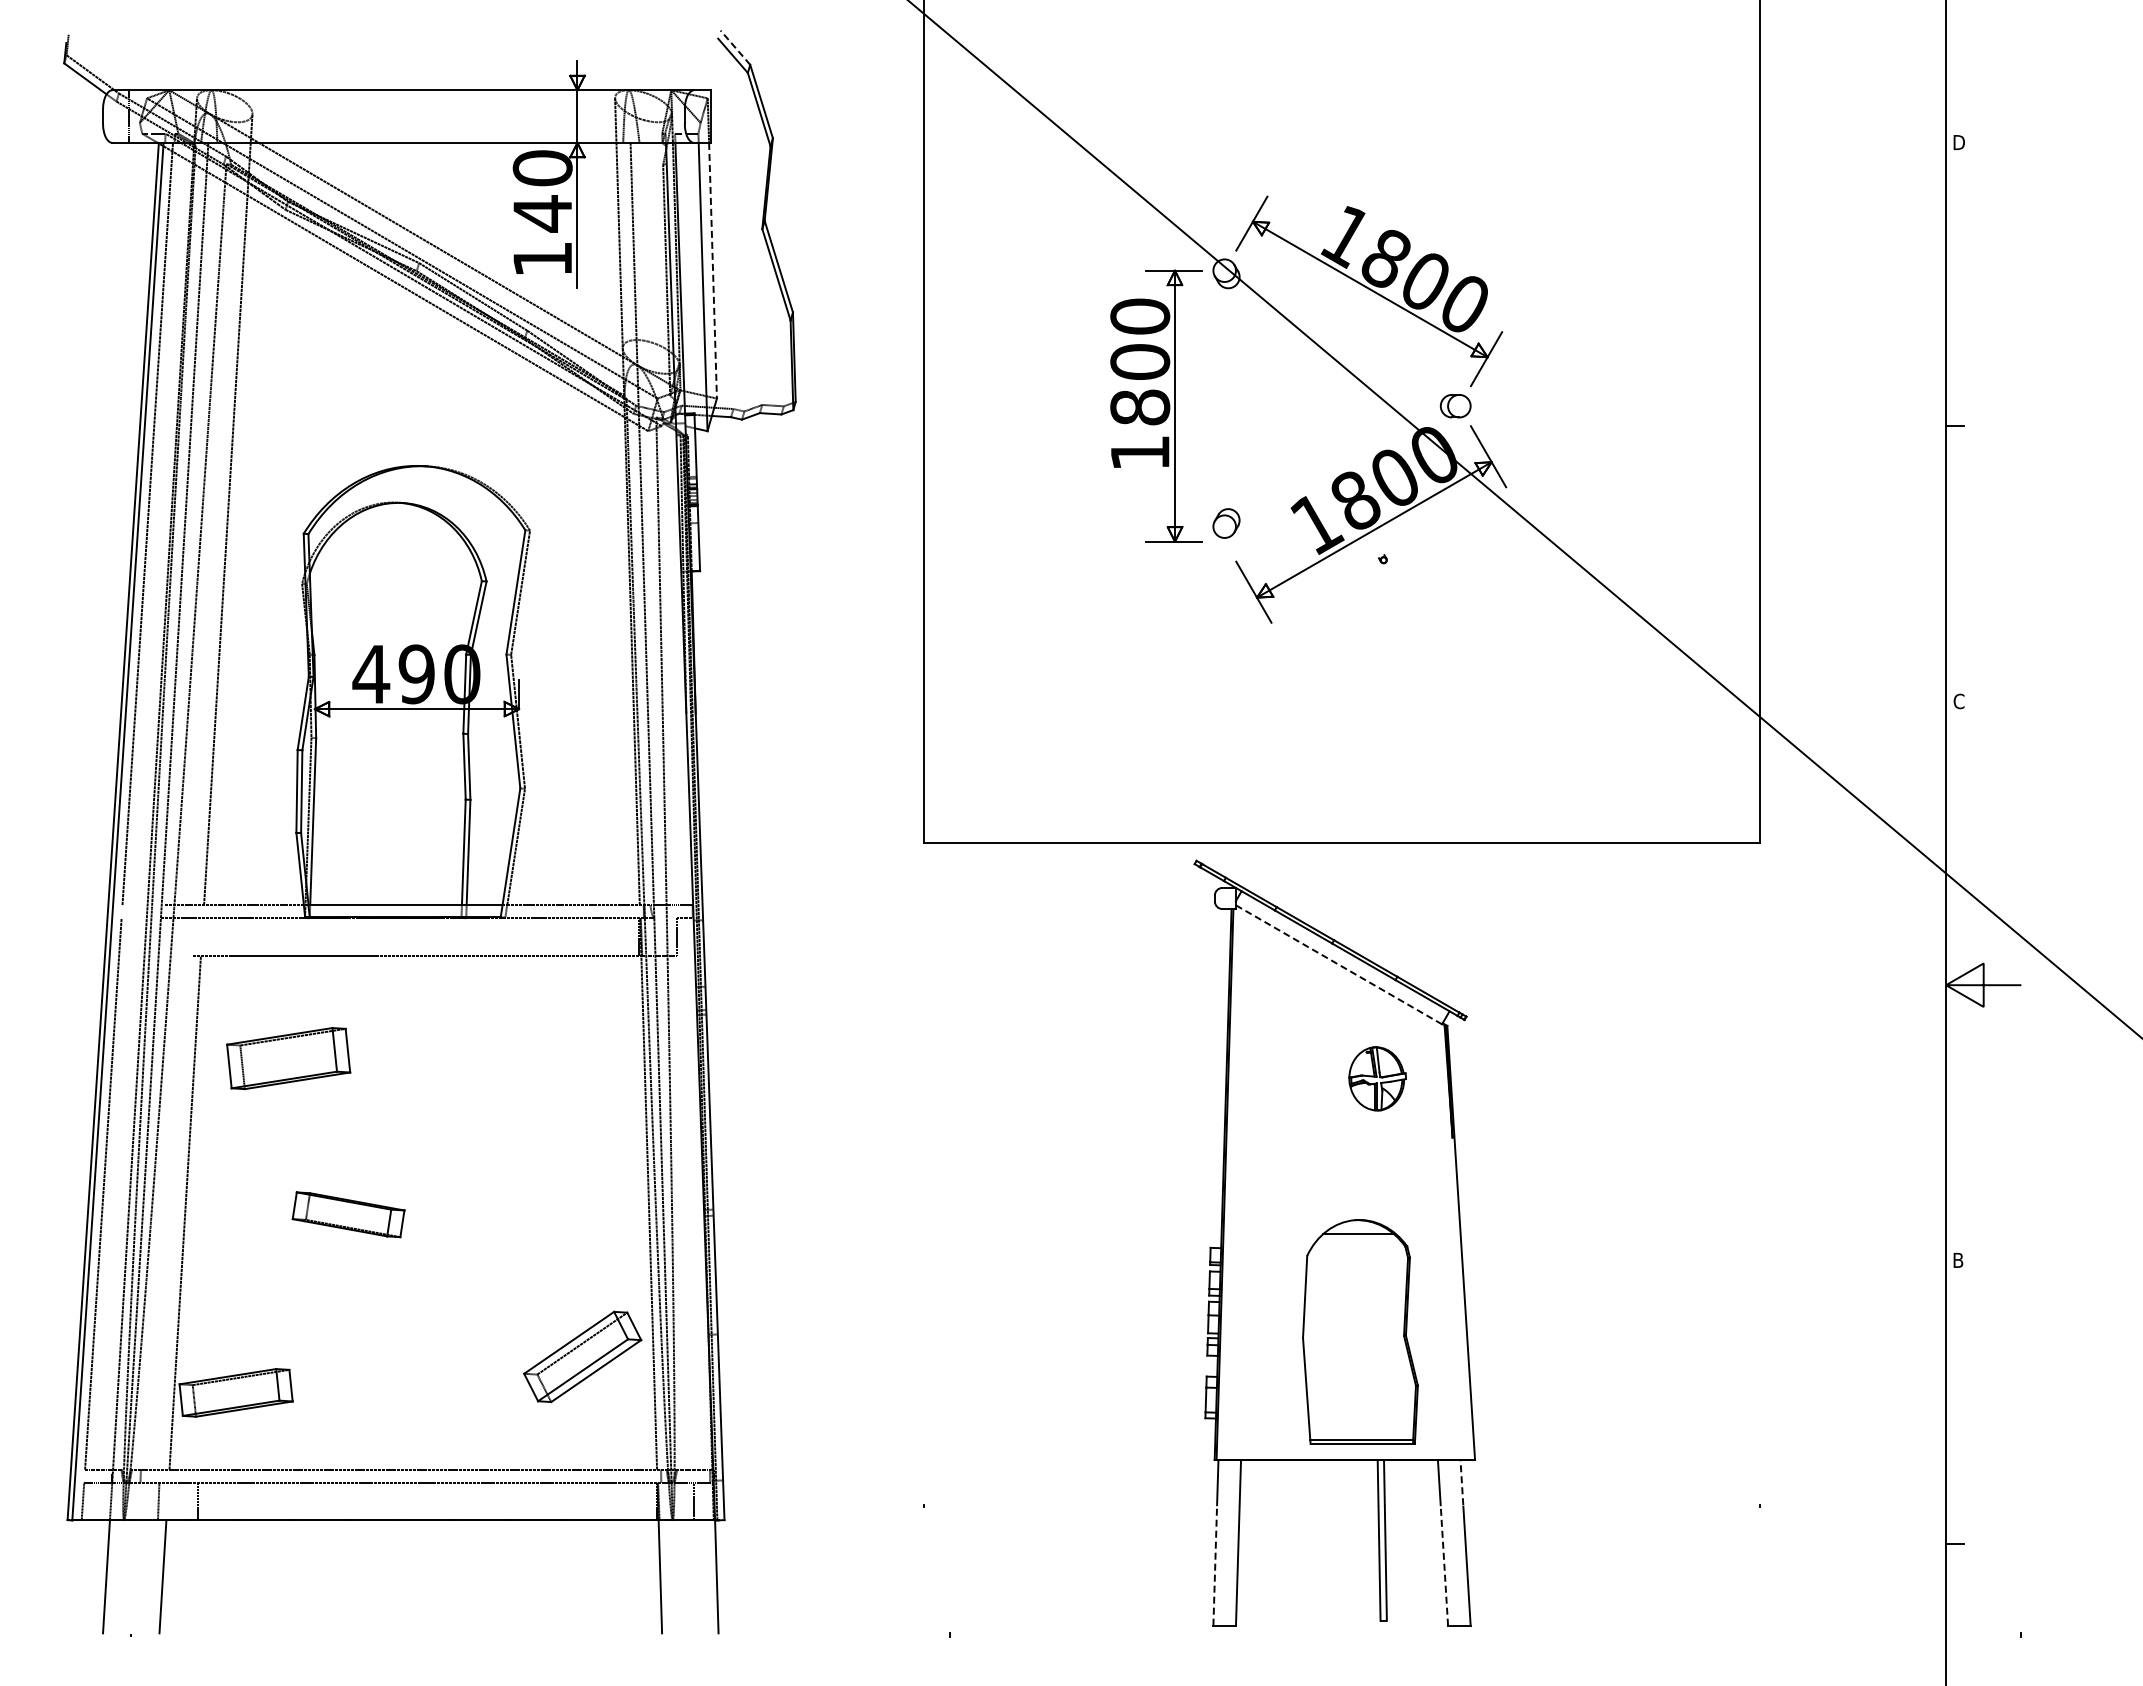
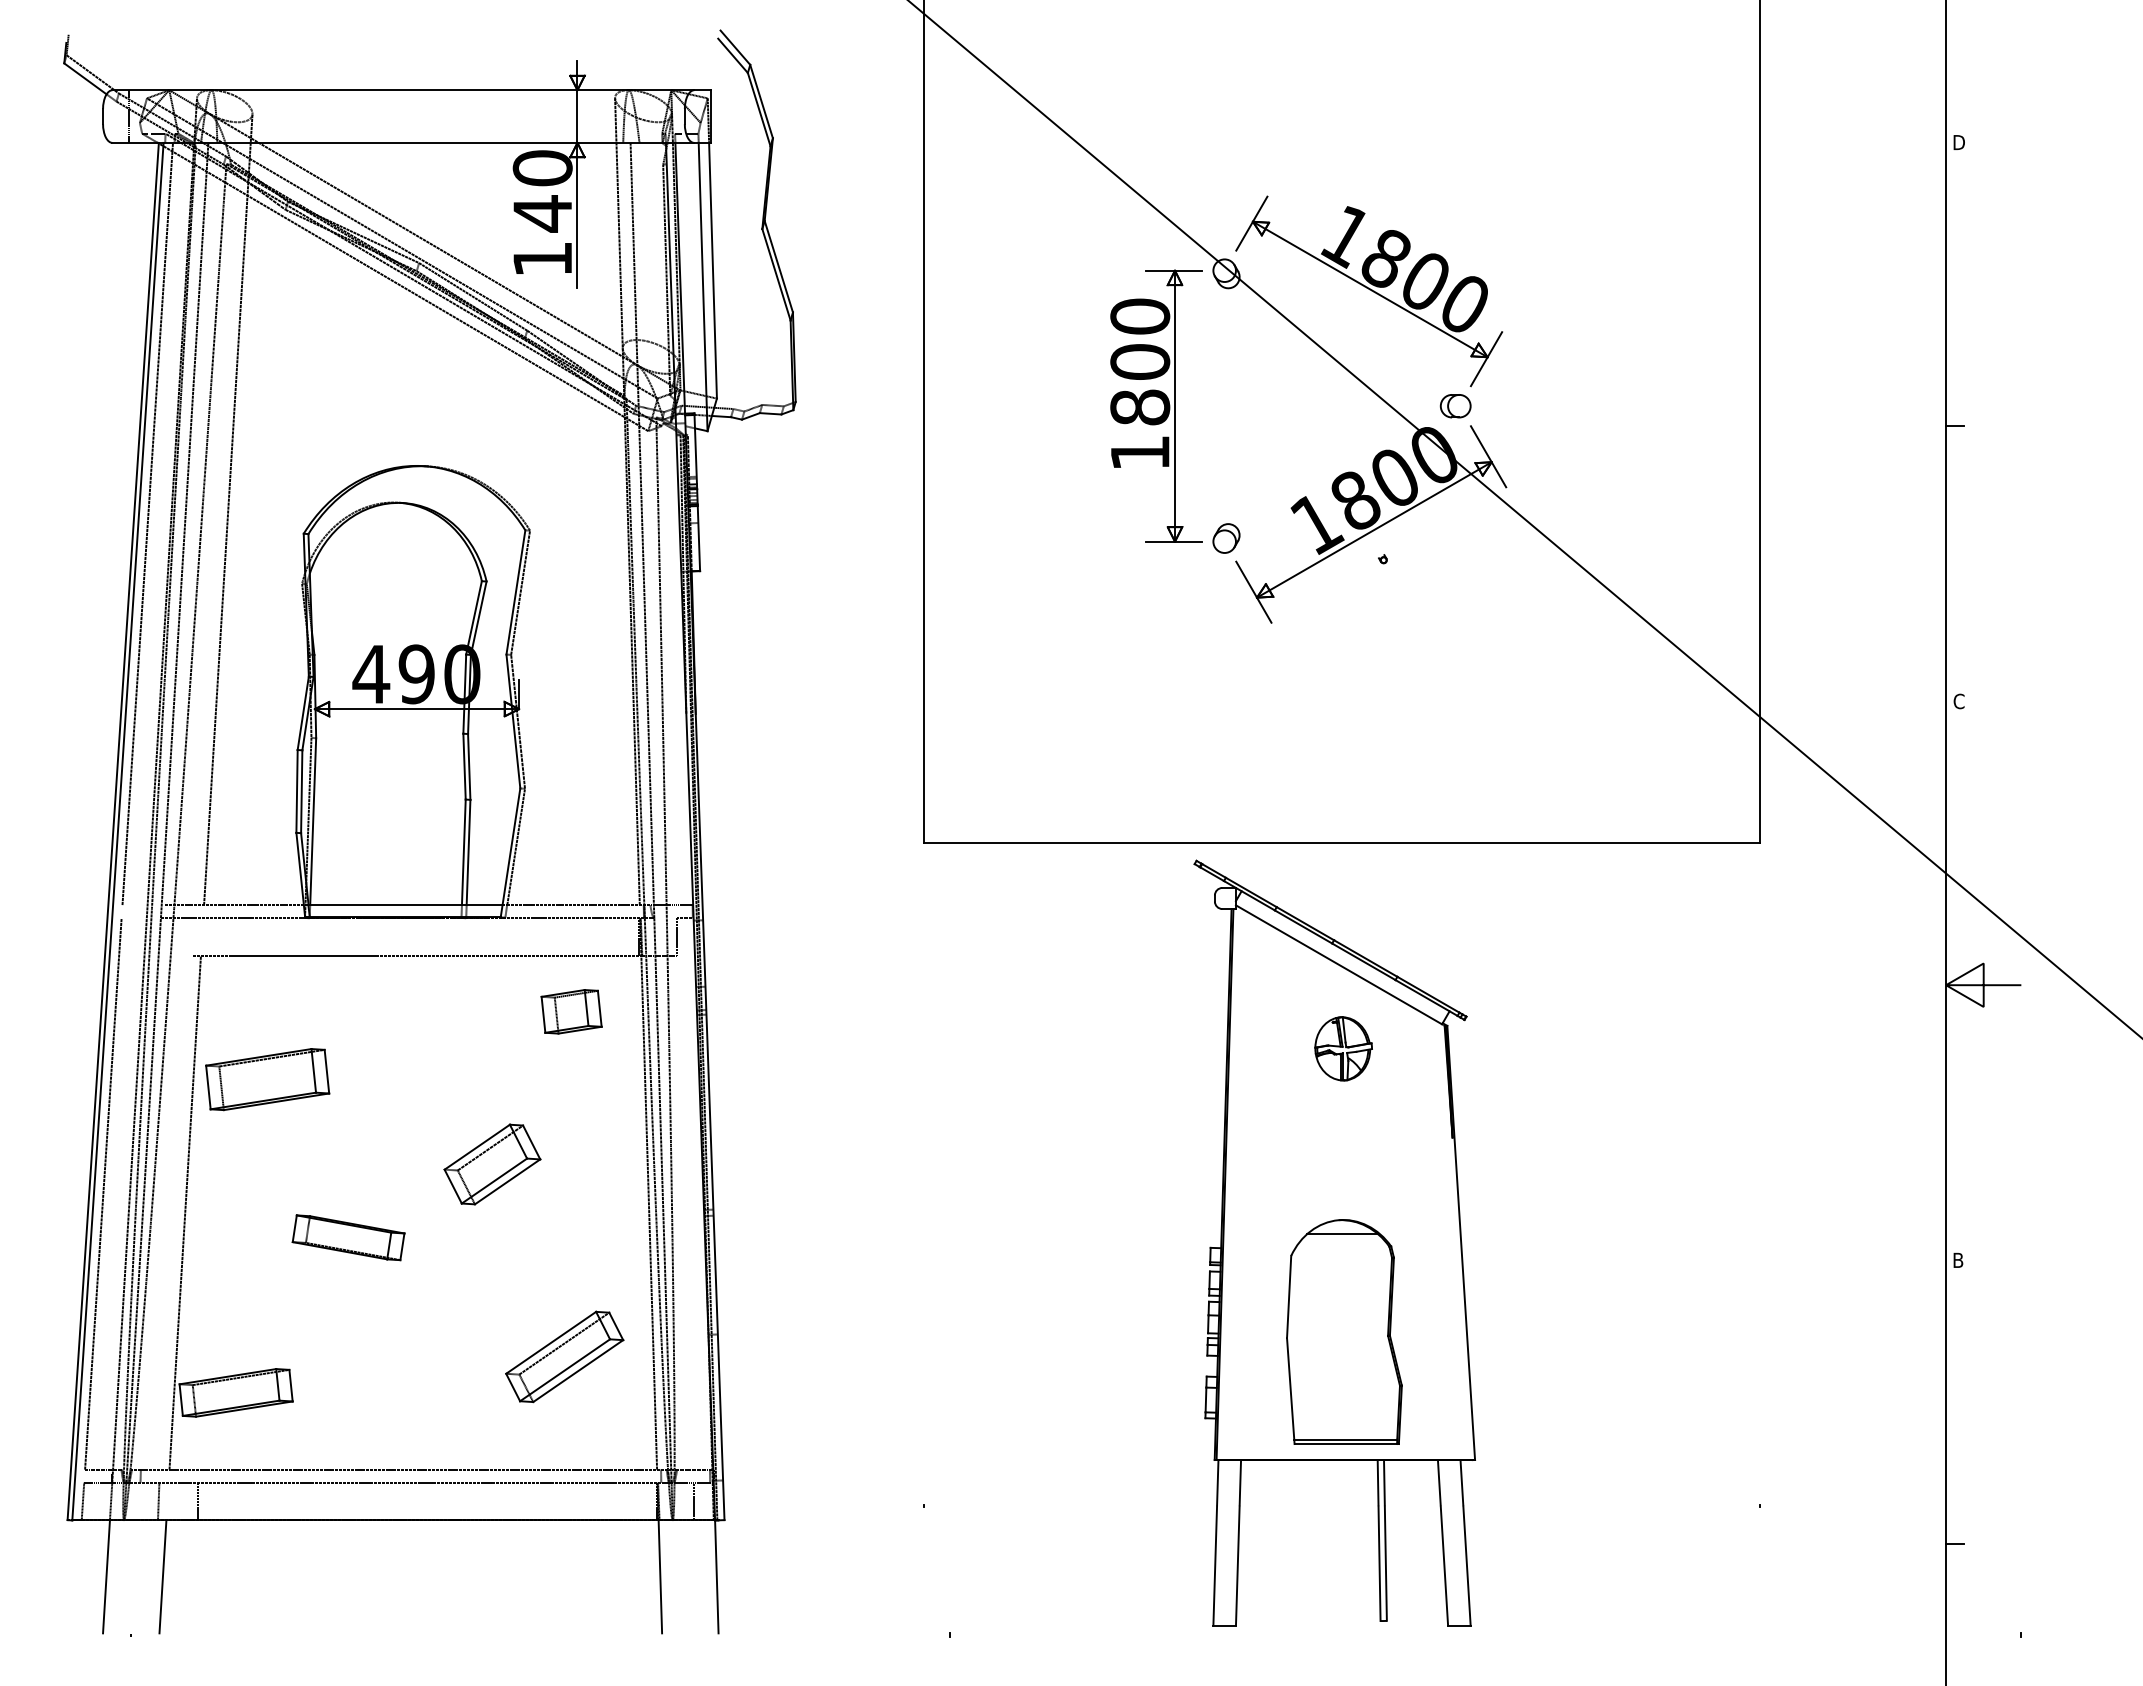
line at (735, 47): dashed -> solid
line at (713, 270): dashed -> solid
part at (1226, 523) position: (1226, 523) -> (1226, 538)
line at (1339, 964): dashed -> solid
part at (571, 1011): none -> present
part at (288, 1058) position: (288, 1058) -> (267, 1079)
part at (1377, 1078) position: (1377, 1078) -> (1343, 1048)
part at (492, 1164): none -> present
part at (348, 1214) position: (348, 1214) -> (348, 1237)
part at (1360, 1331) position: (1360, 1331) -> (1344, 1331)
part at (582, 1356) position: (582, 1356) -> (564, 1356)
line at (1461, 1482): dashed -> solid
line at (1215, 1565): dashed -> solid
line at (1444, 1566): dashed -> solid
